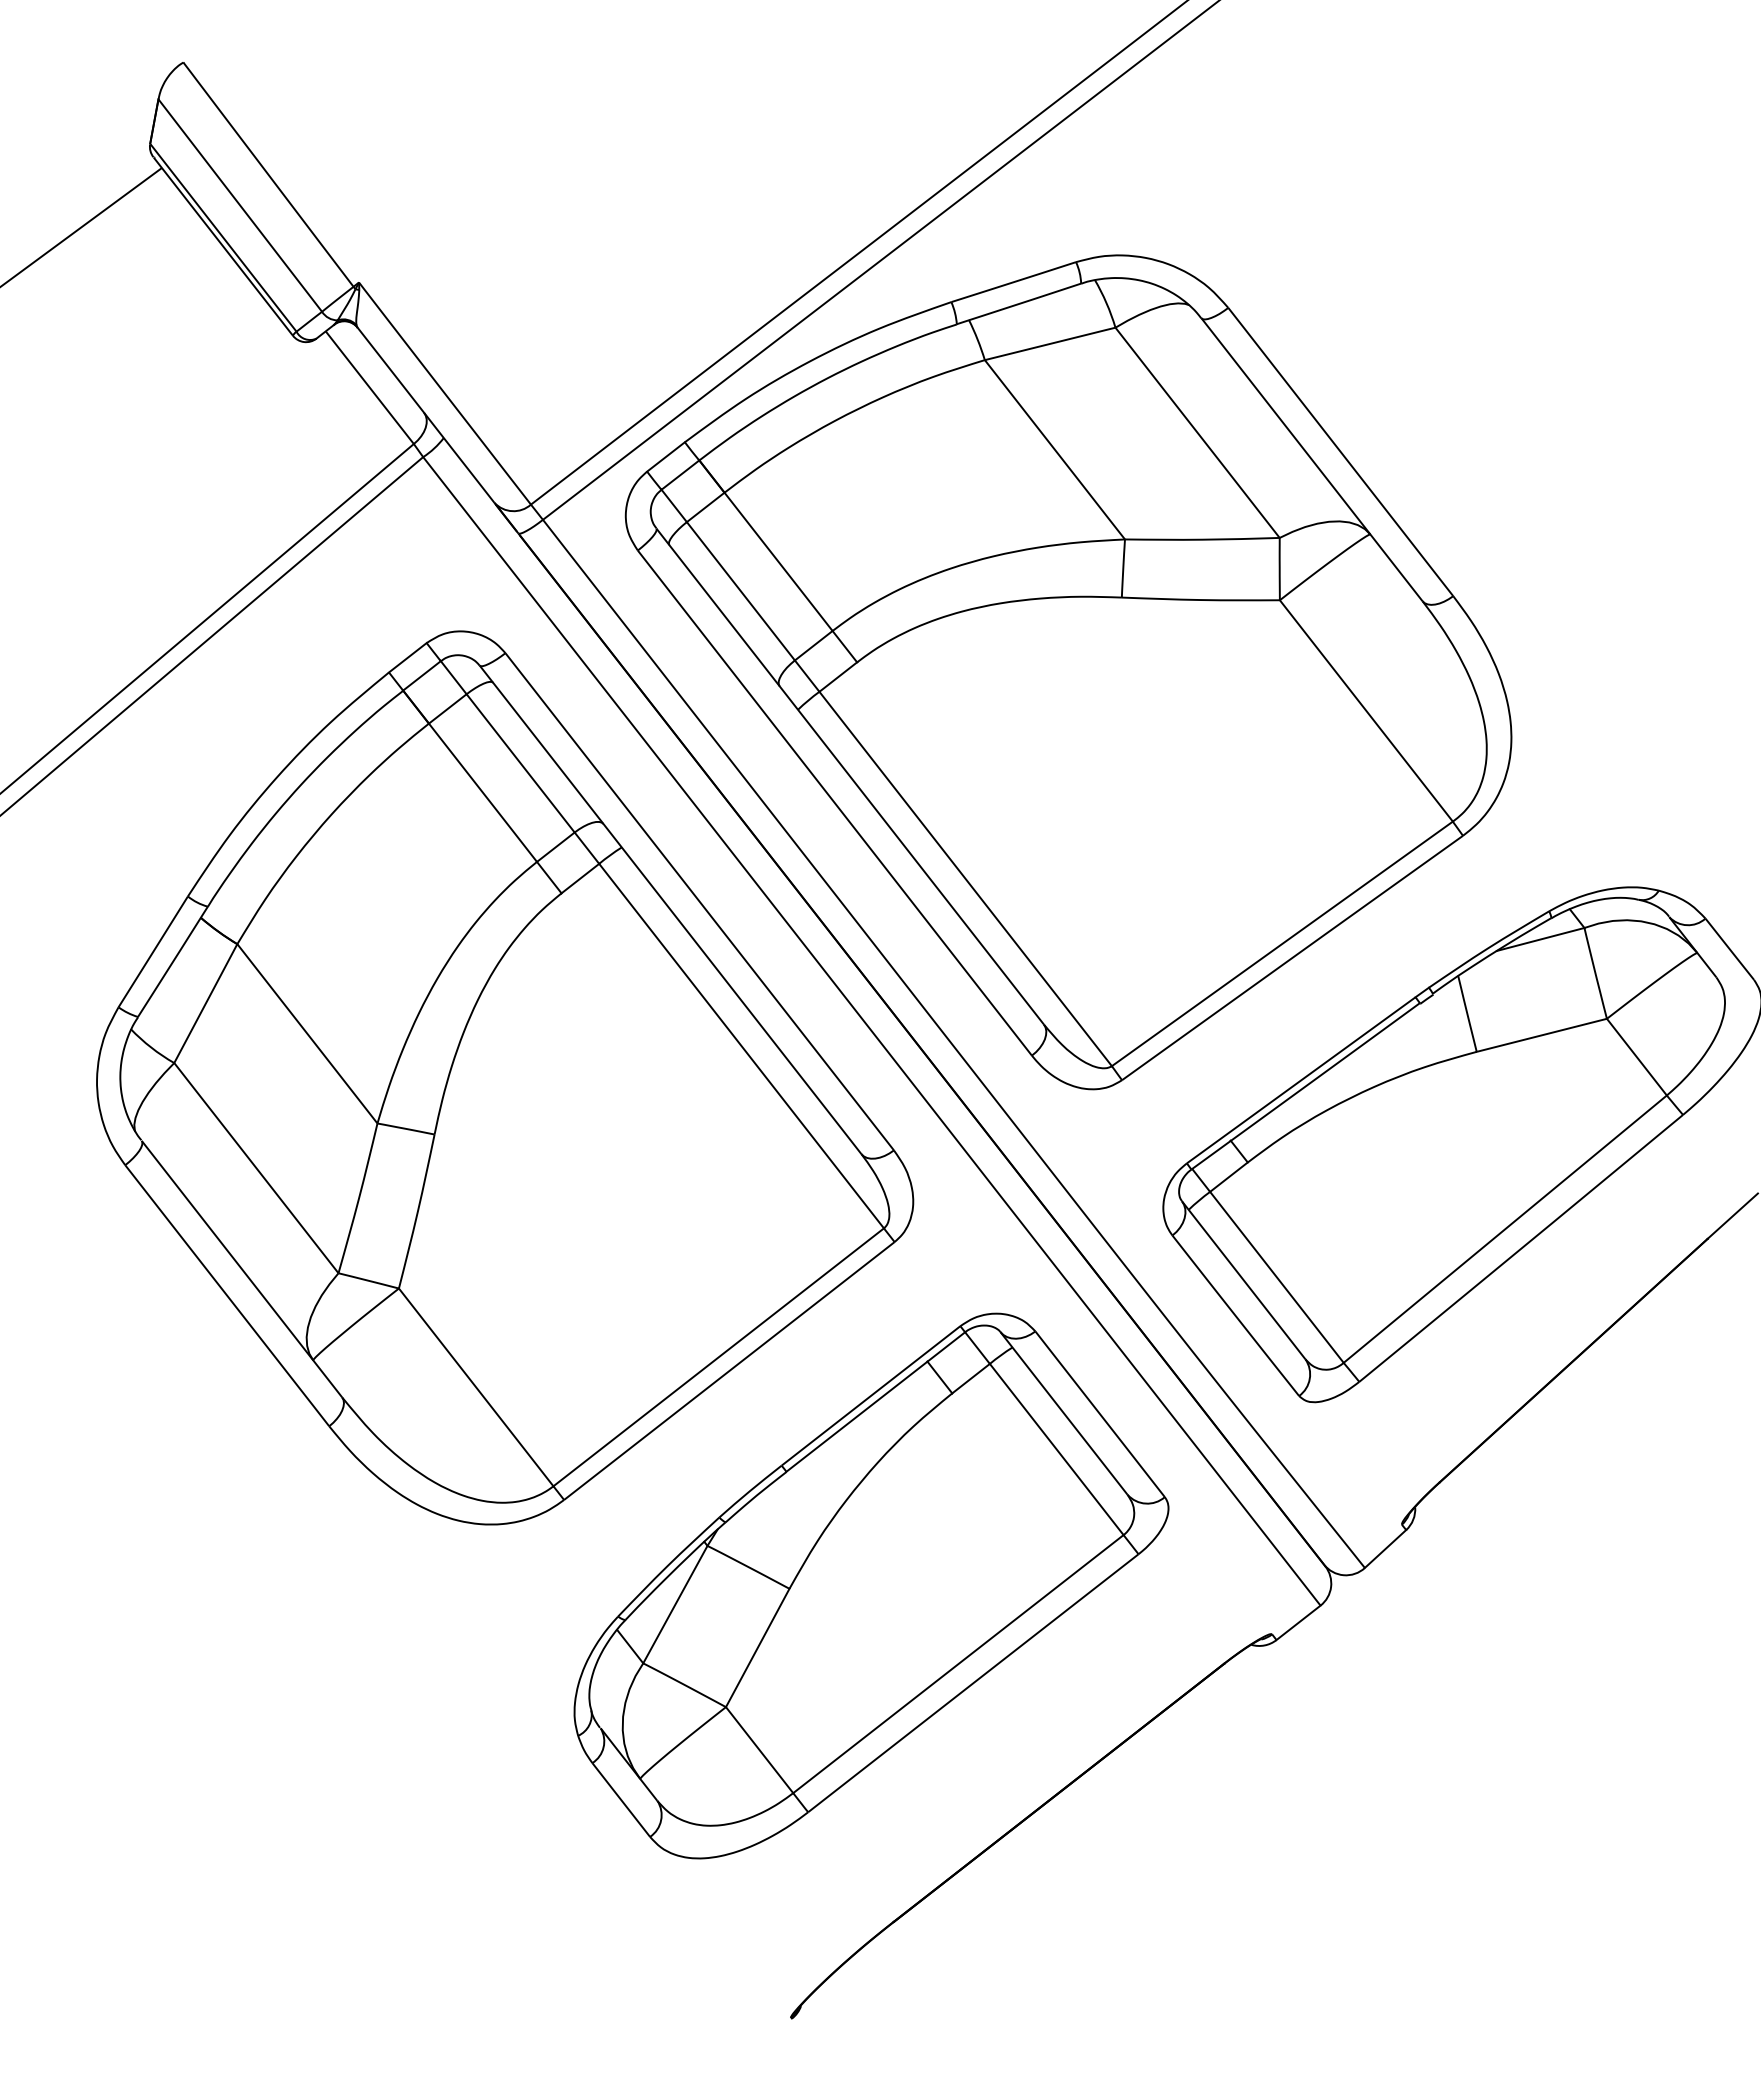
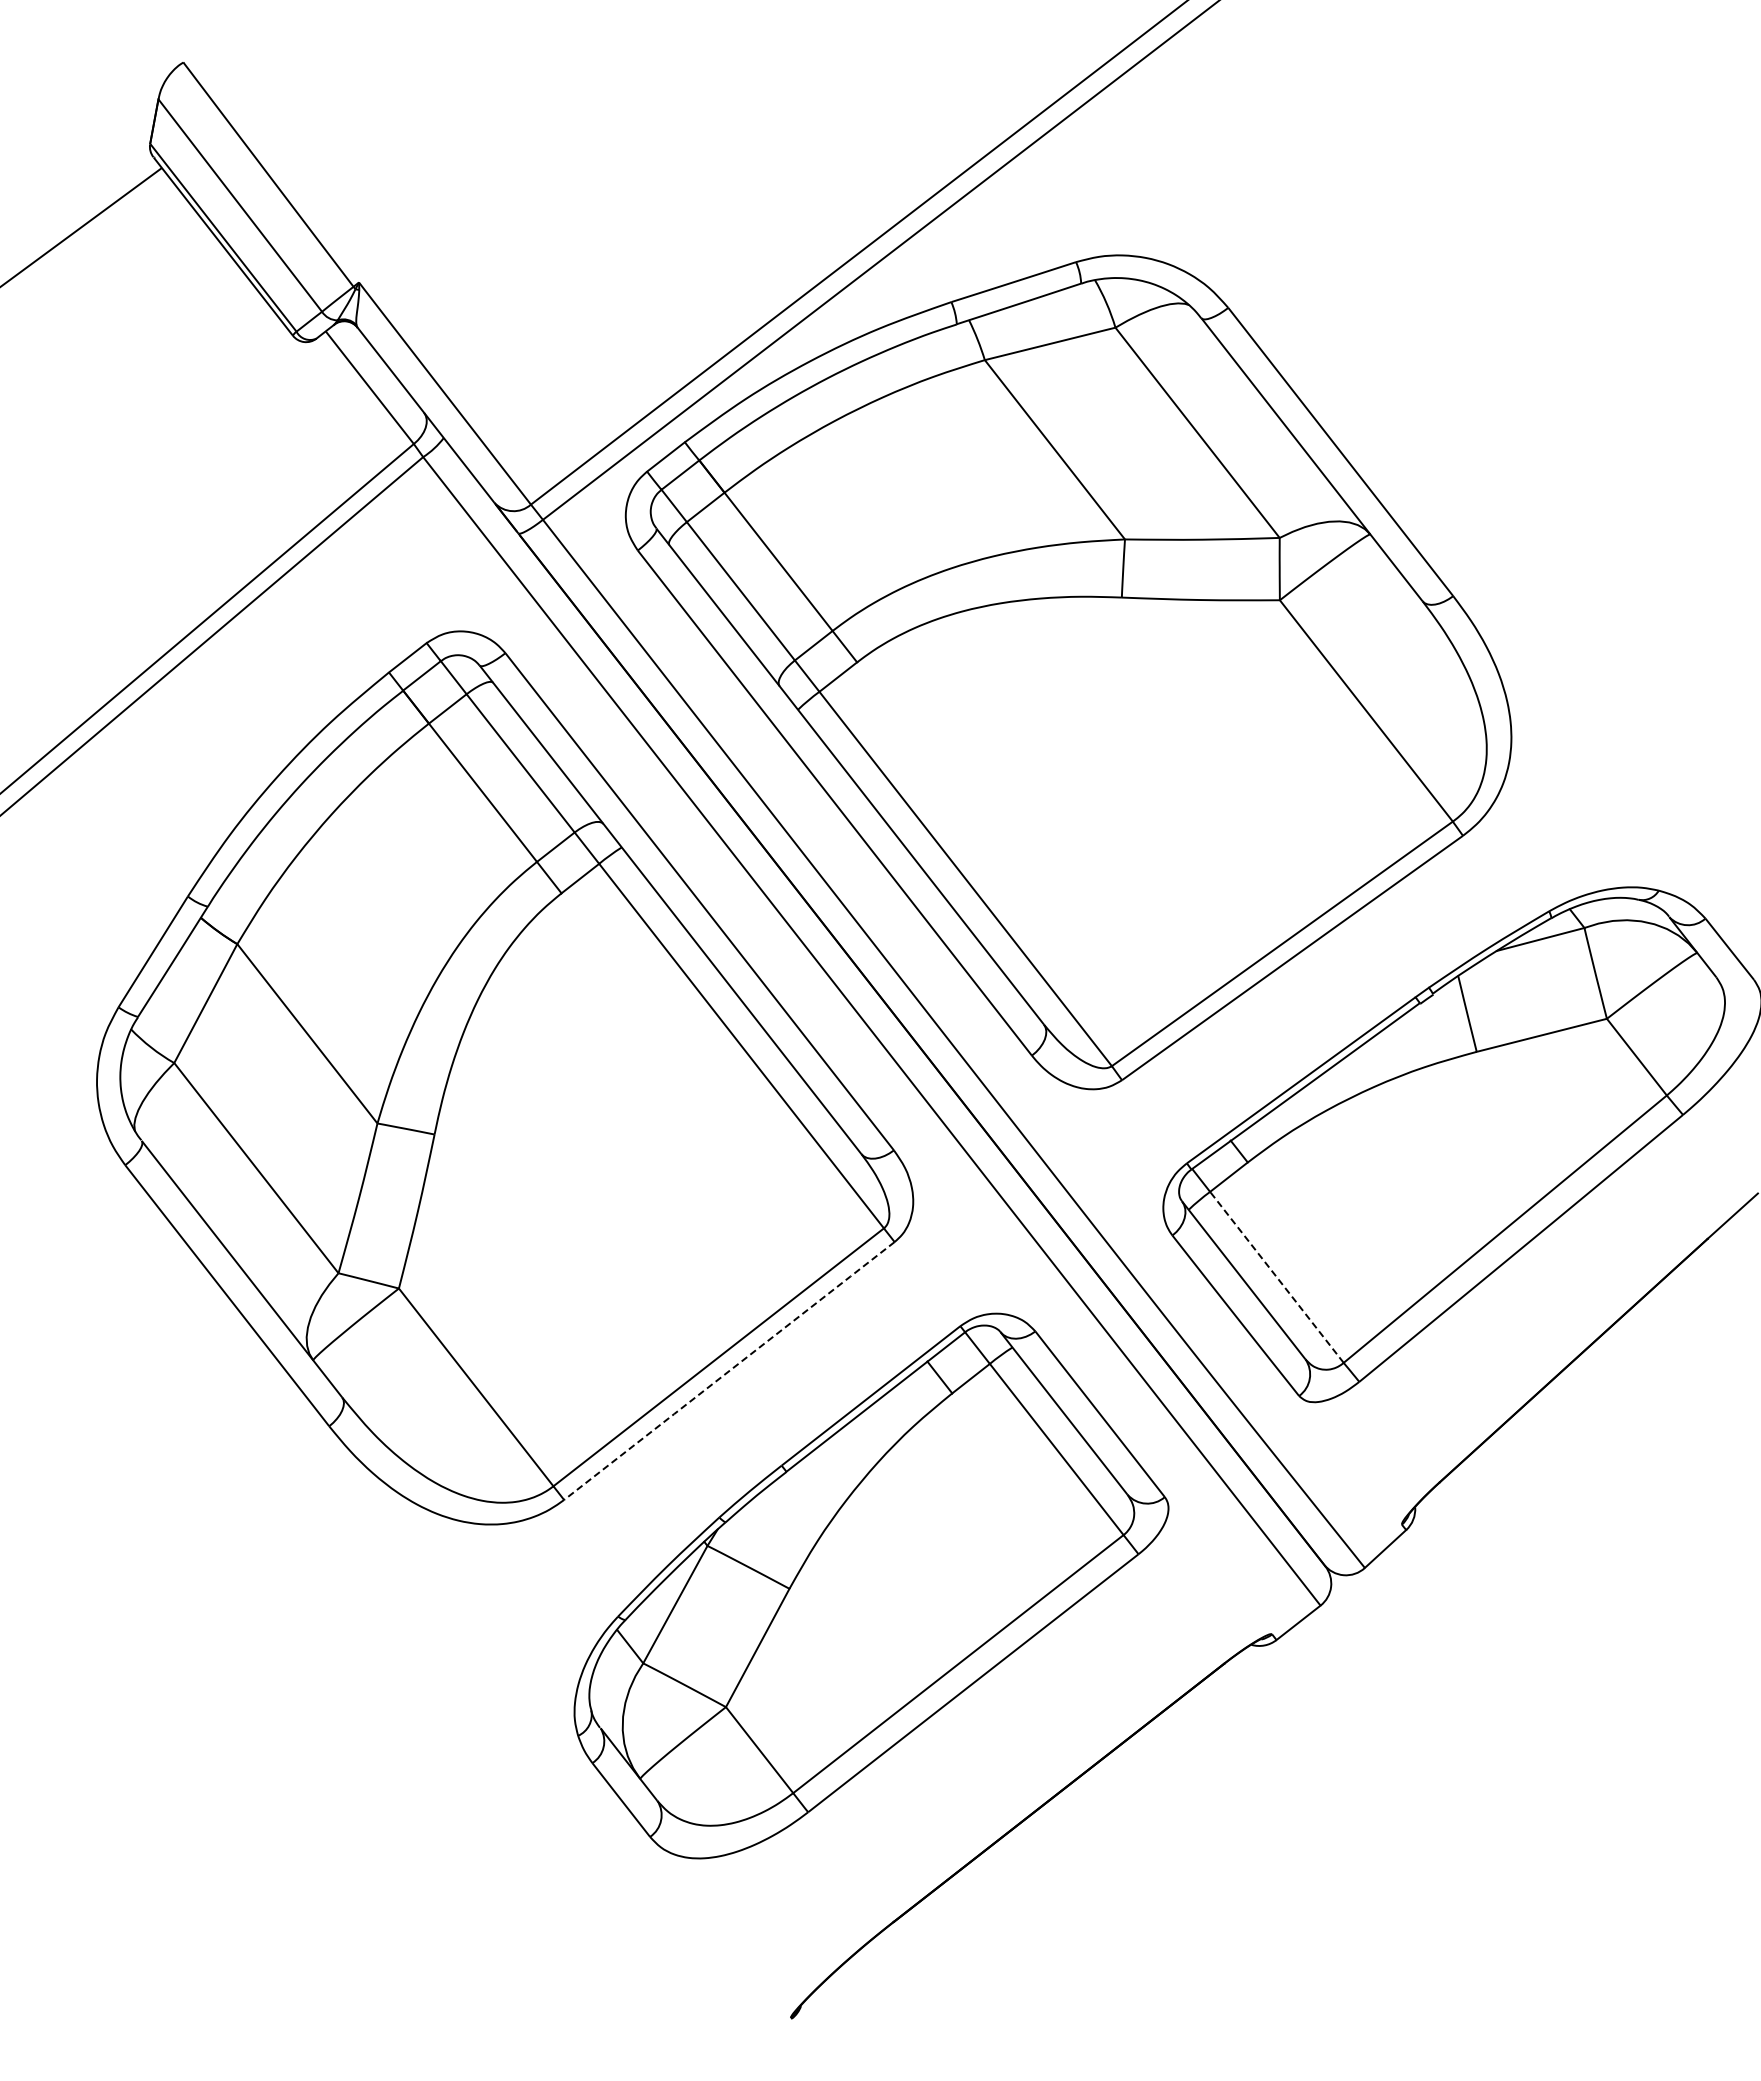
line at (1276, 1276): solid -> dashed
line at (729, 1371): solid -> dashed
